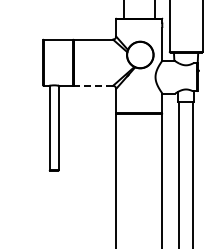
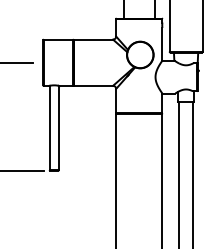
line at (17, 62): none -> present
line at (93, 85): dashed -> solid
line at (22, 170): none -> present
